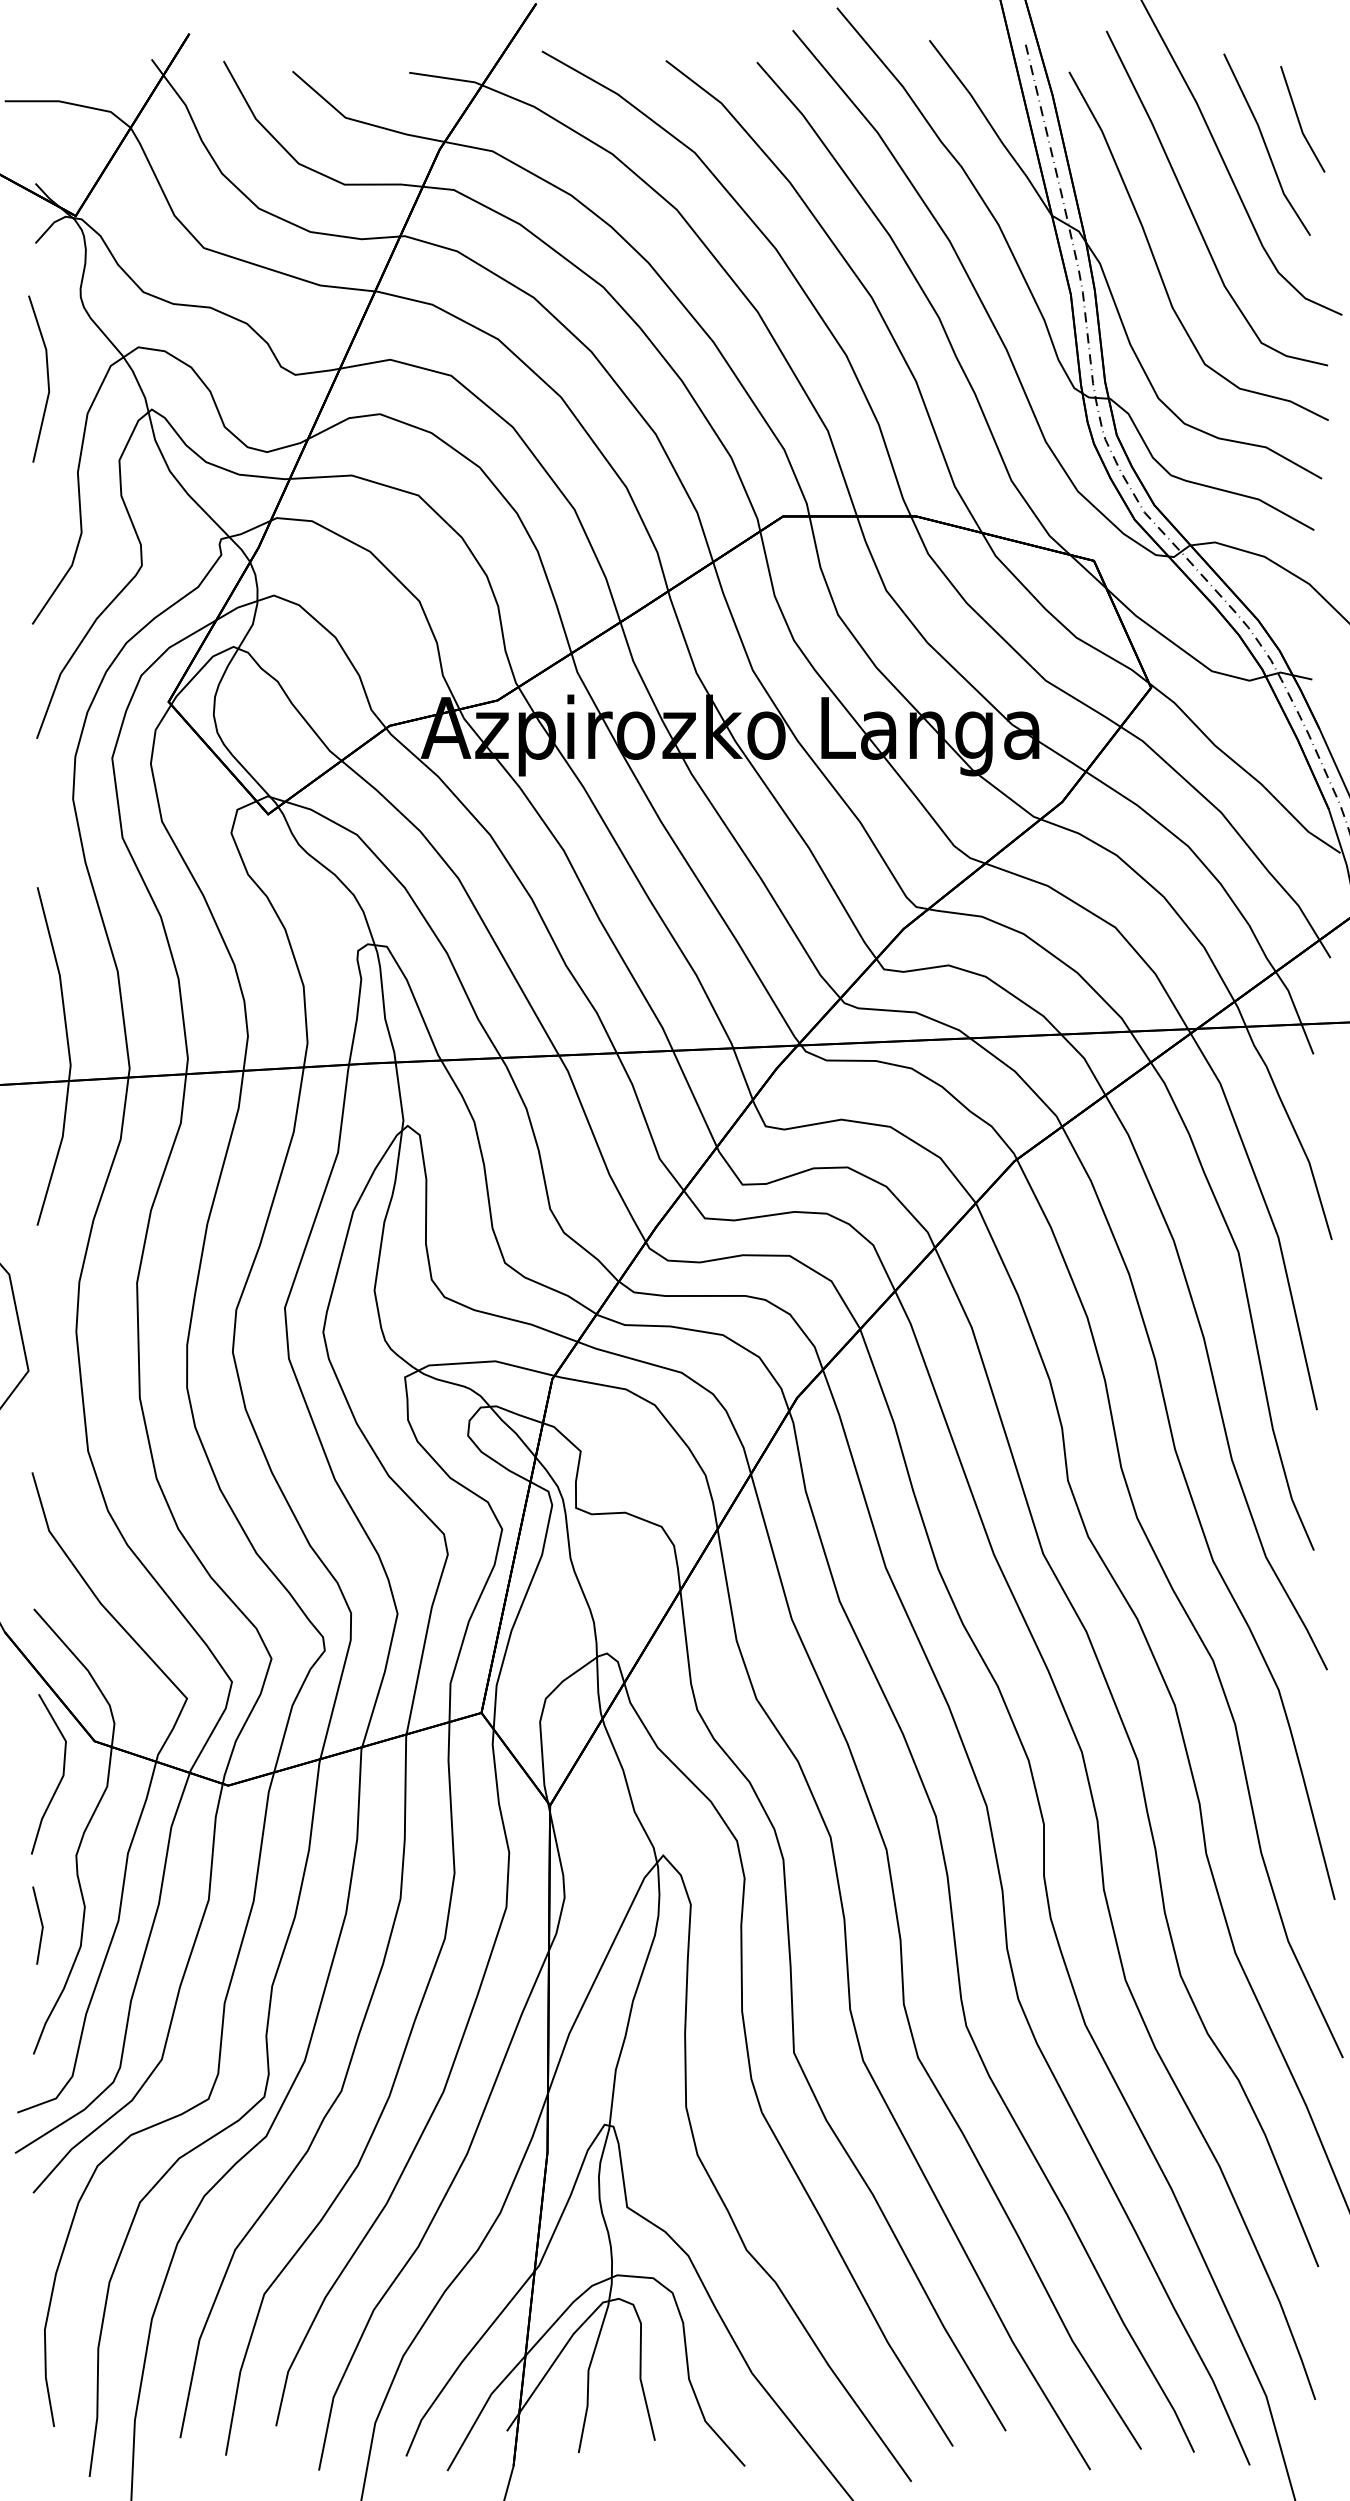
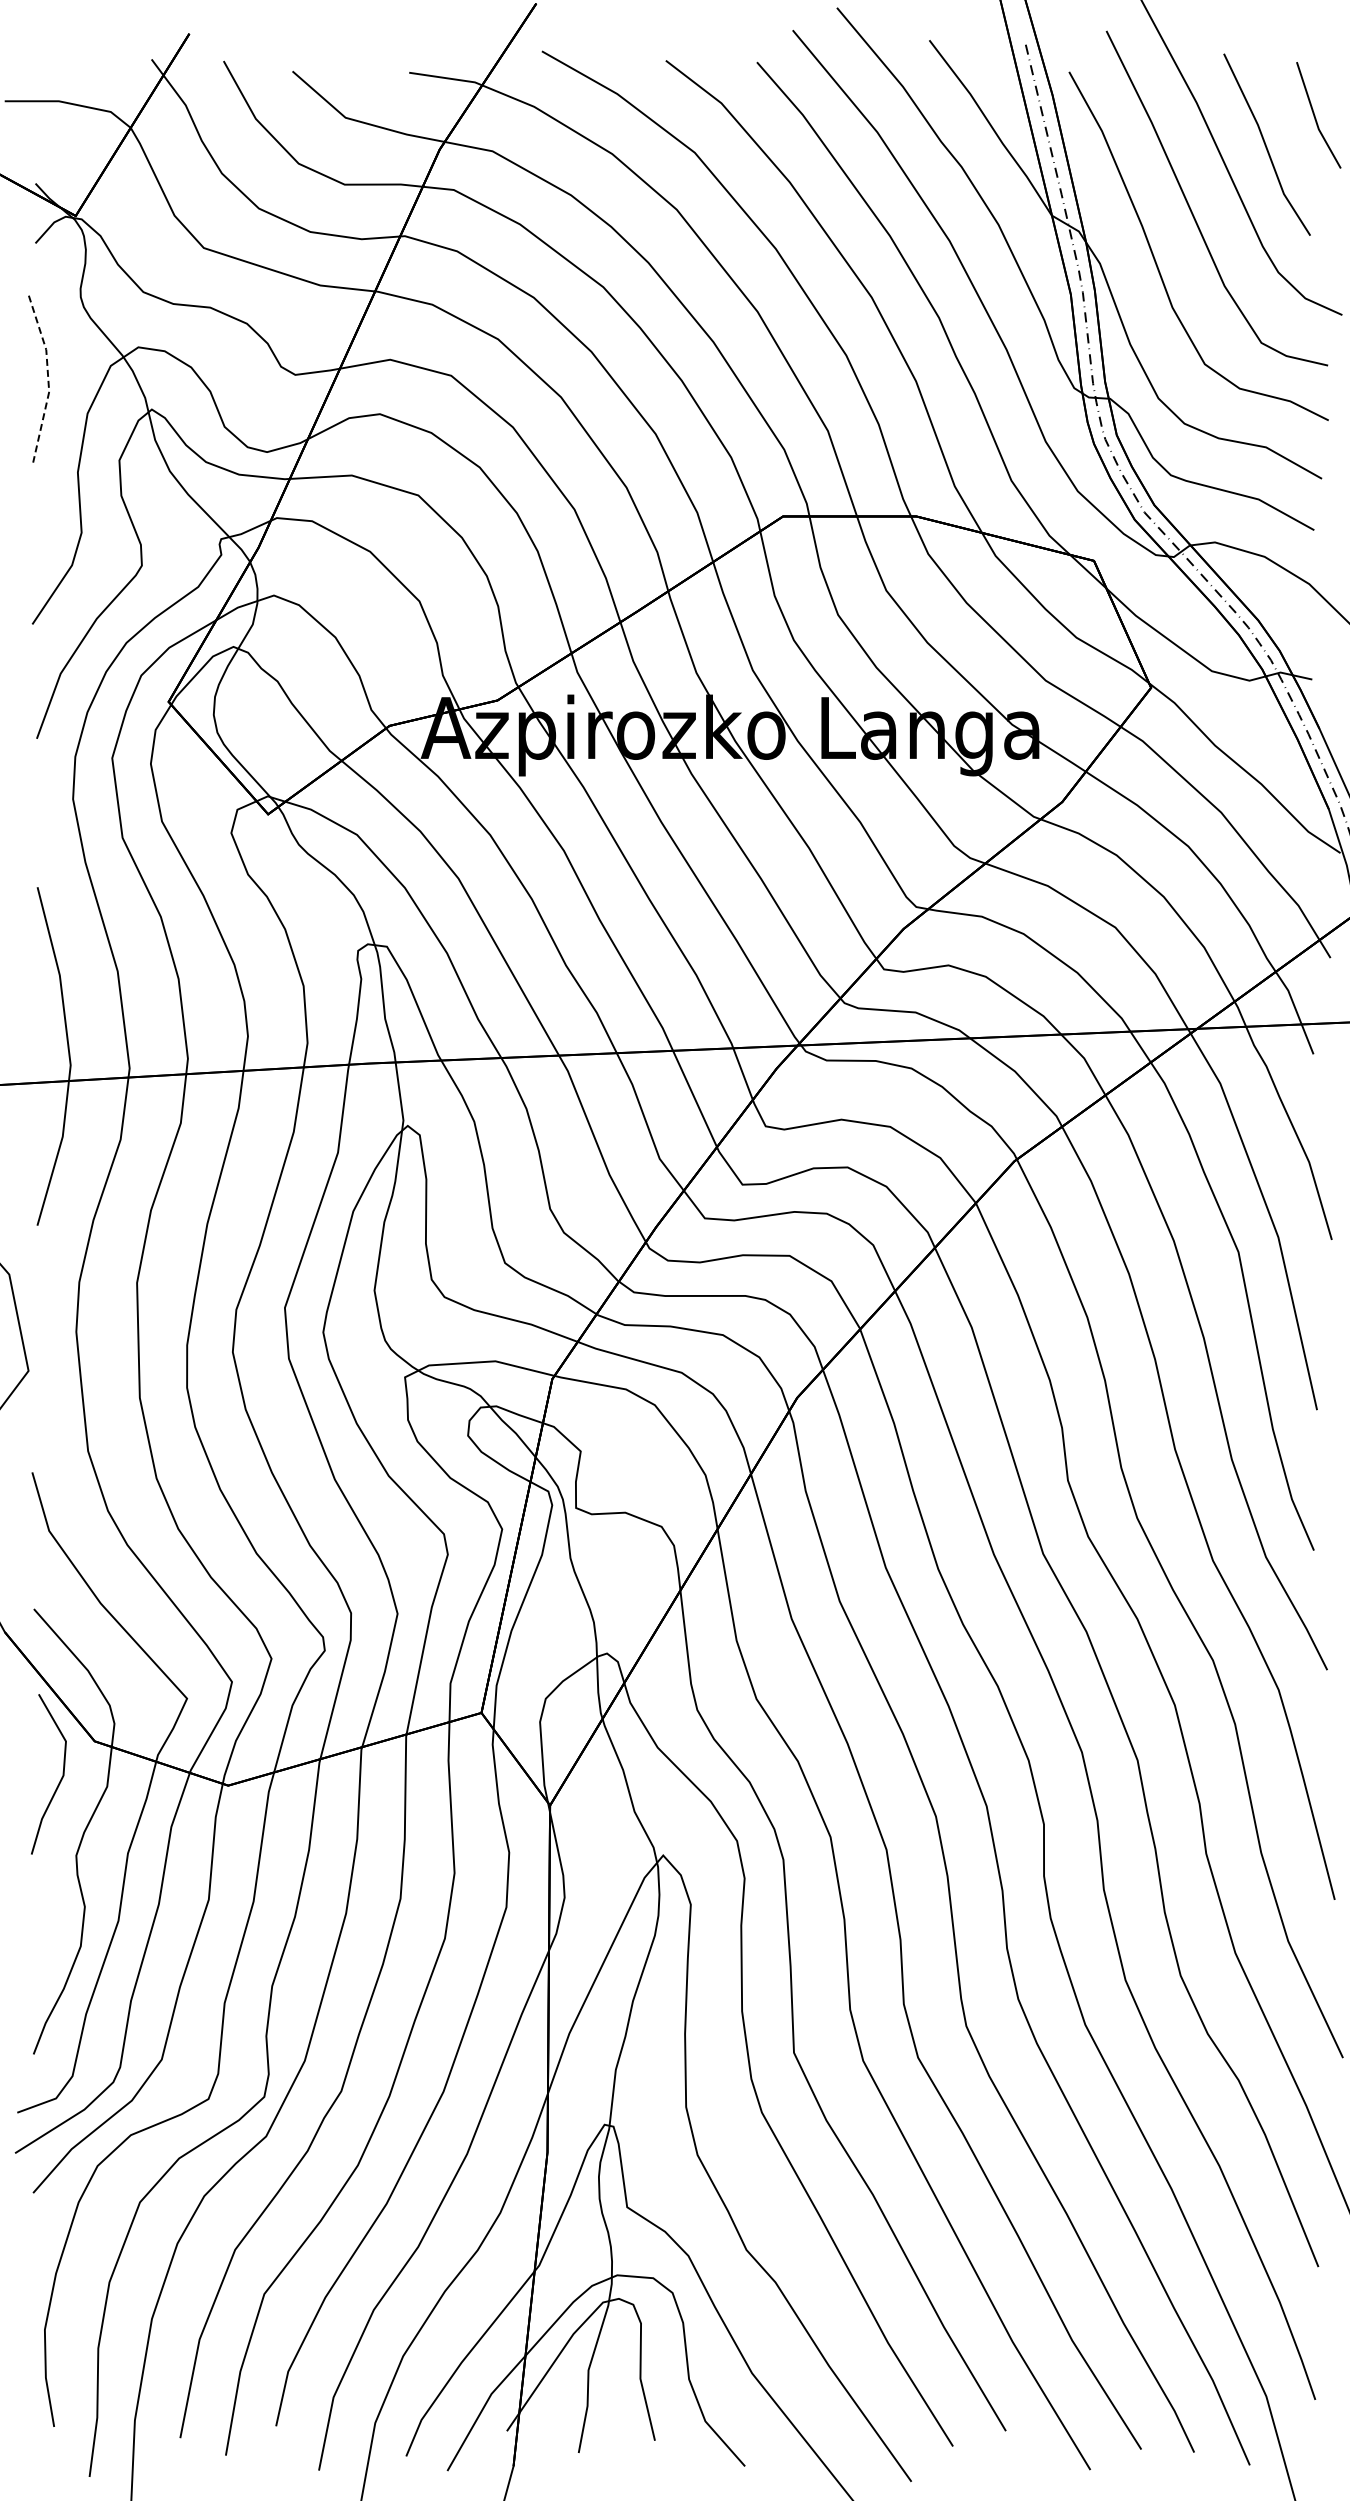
line at (1299, 119) position: (1299, 119) -> (1315, 115)
line at (48, 379): solid -> dashed
line at (41, 1925): present -> none
